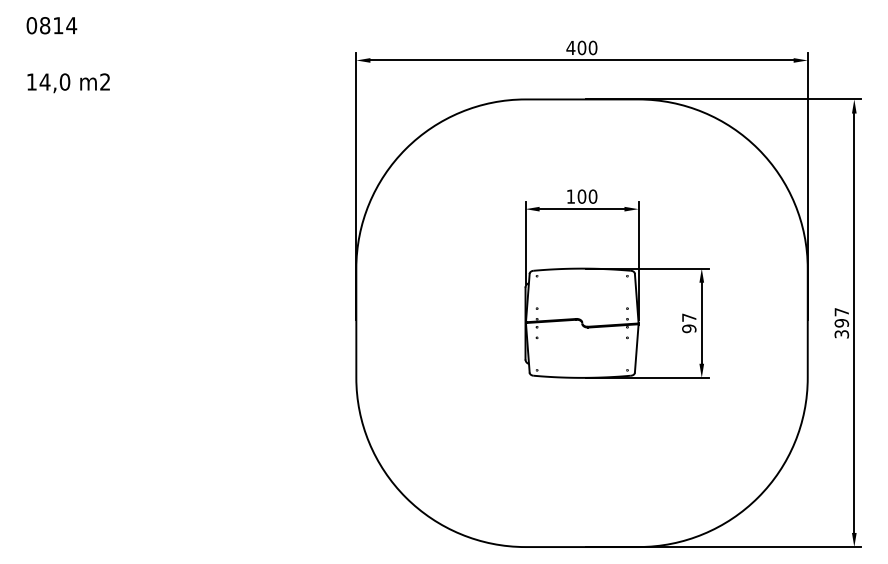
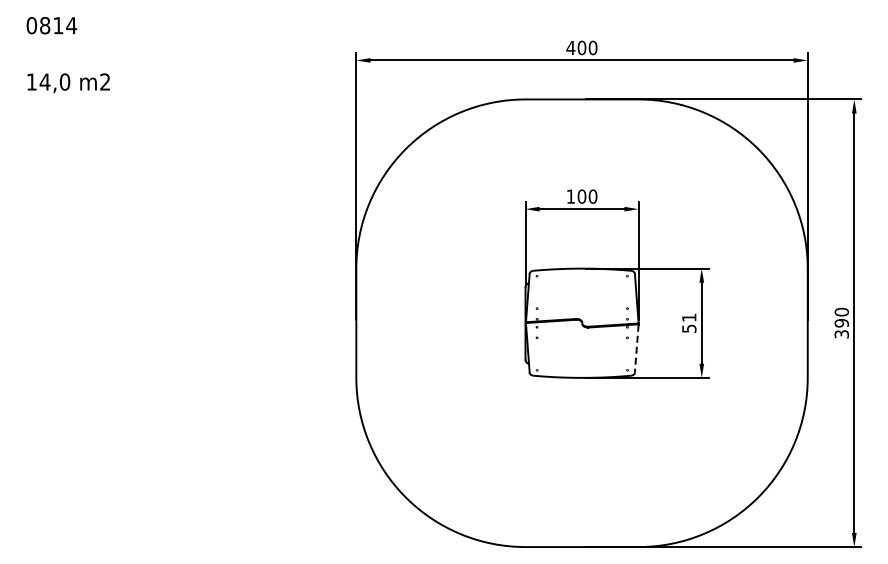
text at (841, 311): 397 -> 390
text at (689, 323): 97 -> 51
line at (636, 348): solid -> dashed
